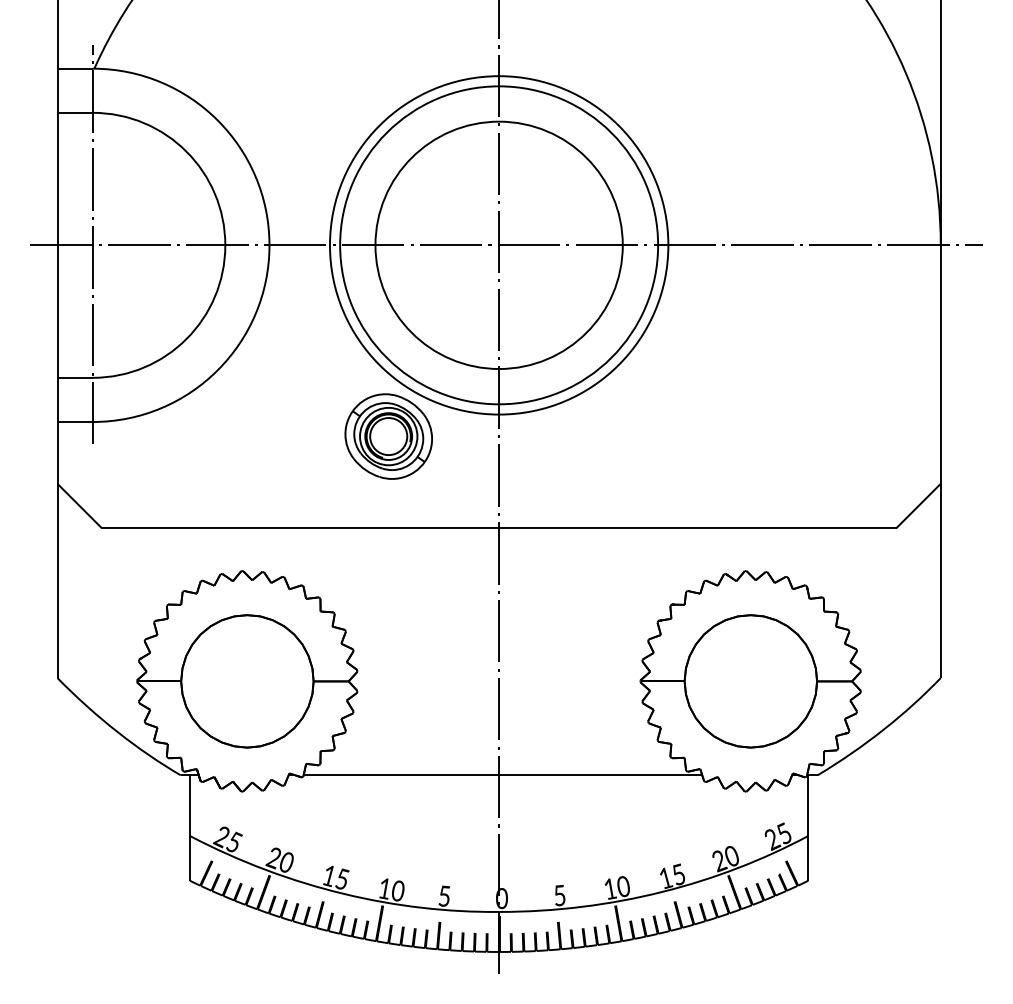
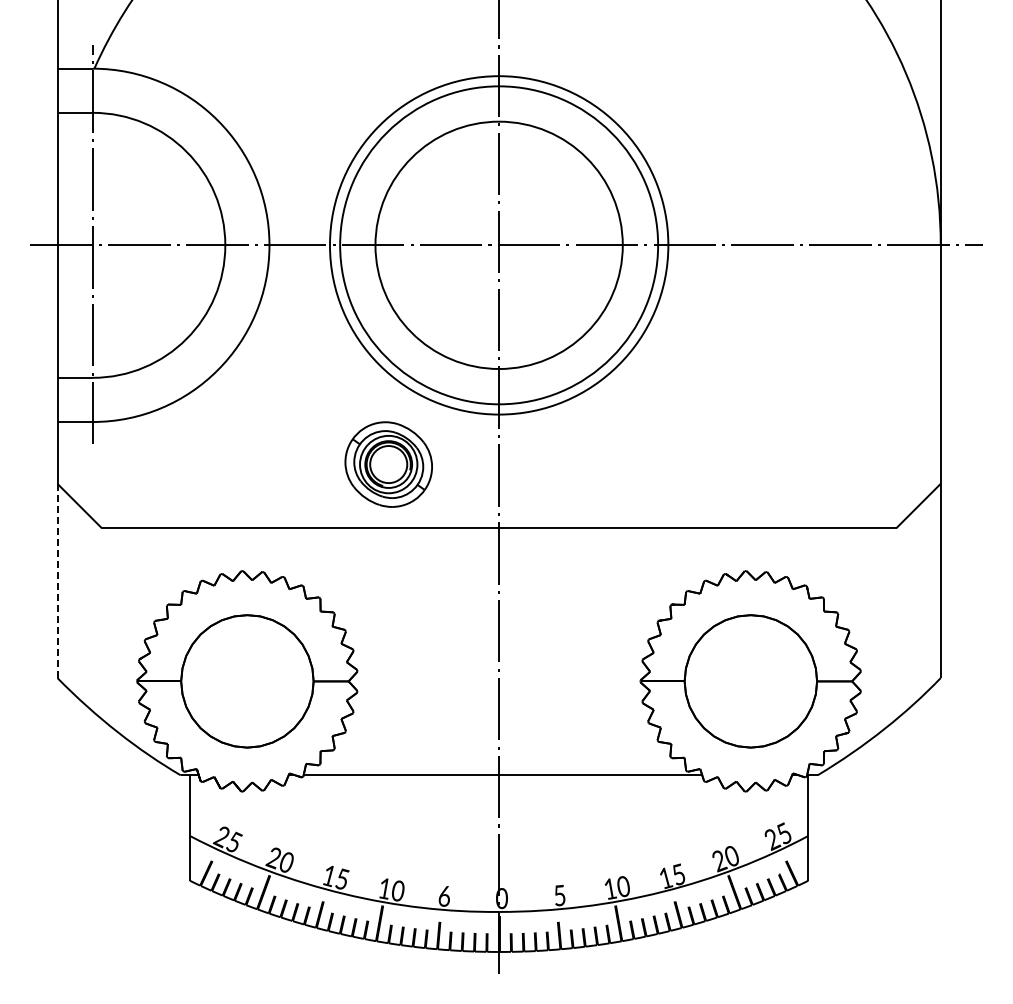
part at (388, 436) position: (388, 436) -> (388, 464)
line at (57, 581): solid -> dashed
text at (444, 895): 5 -> 6
